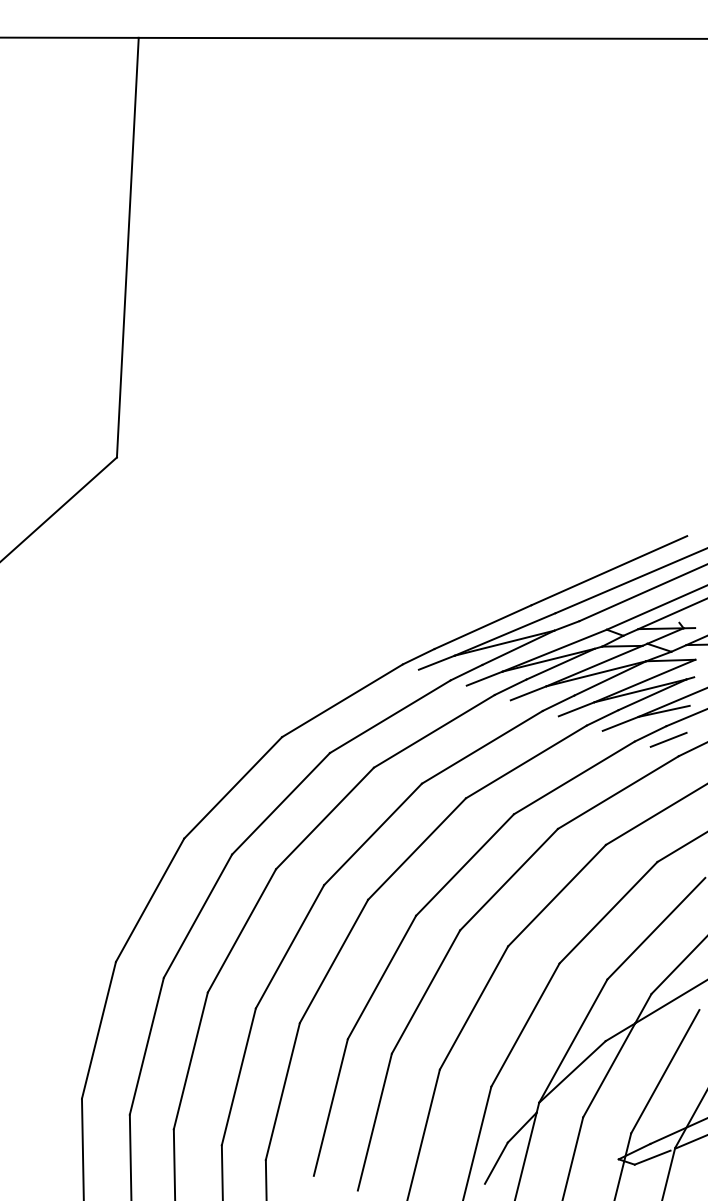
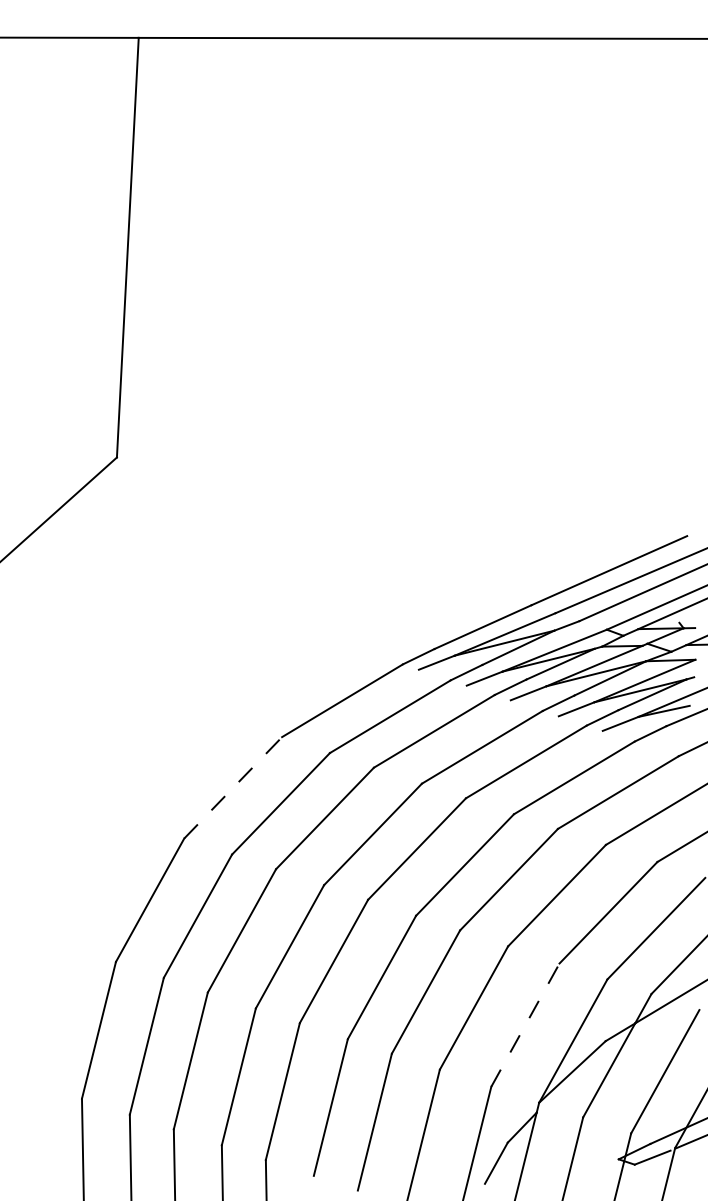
line at (668, 739): present -> none
line at (233, 787): solid -> dashed
line at (525, 1024): solid -> dashed
